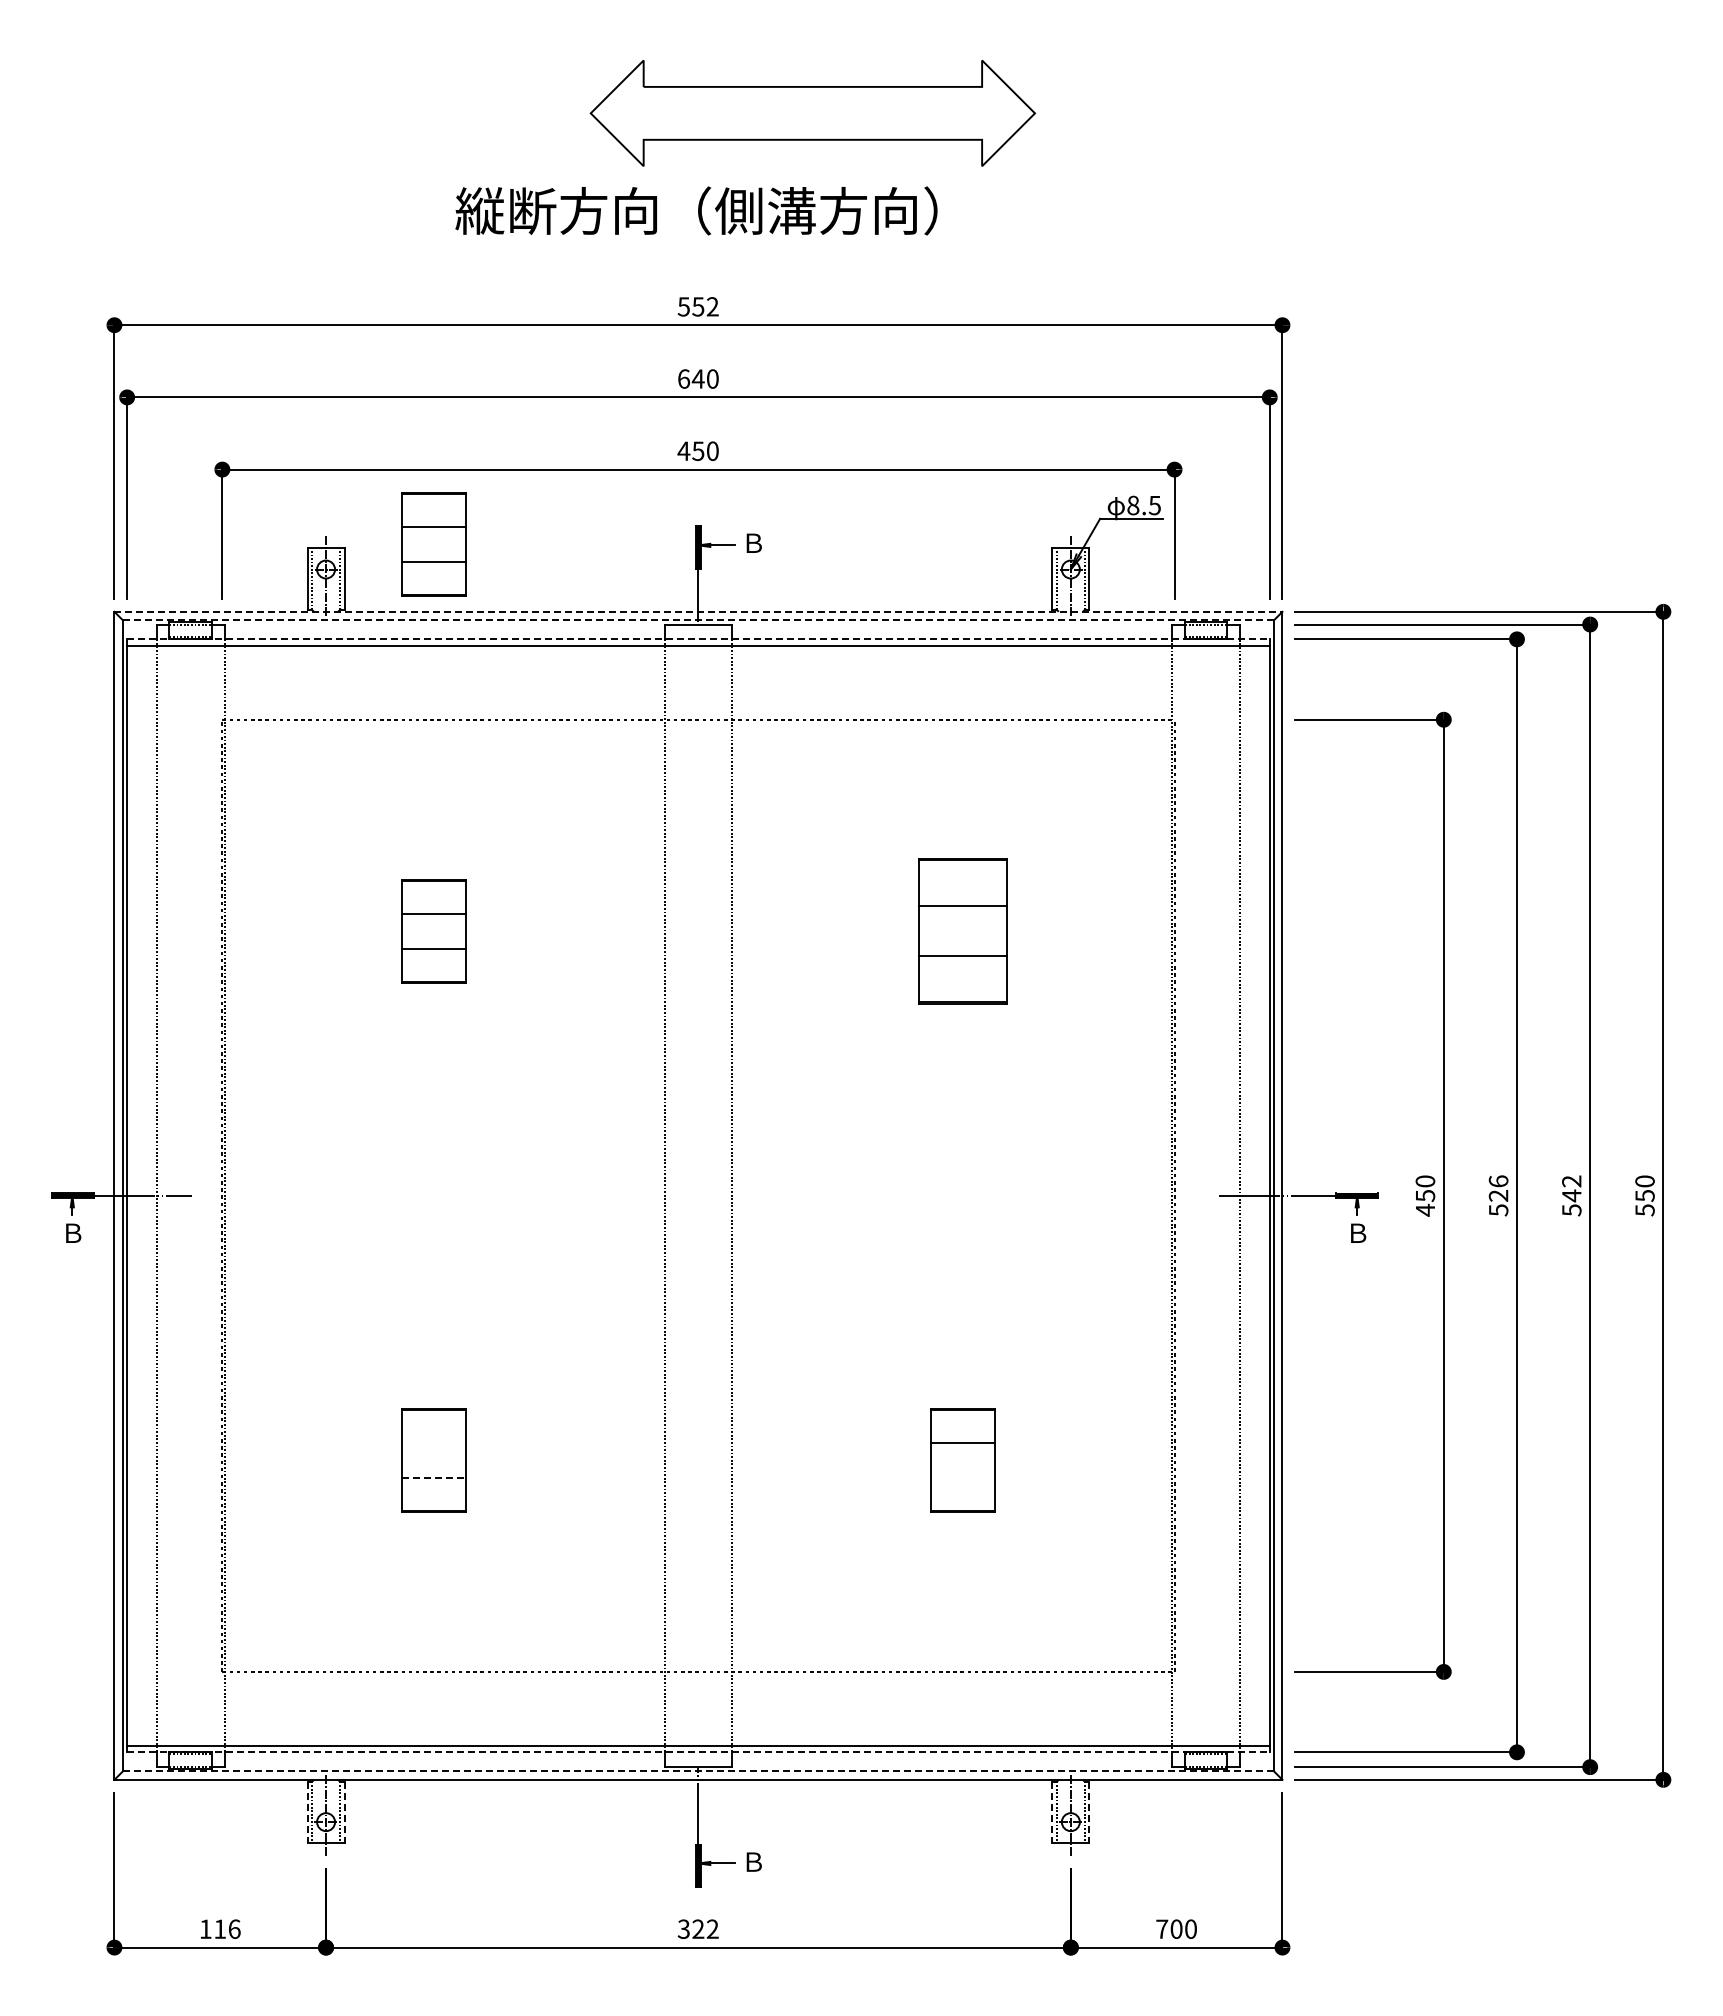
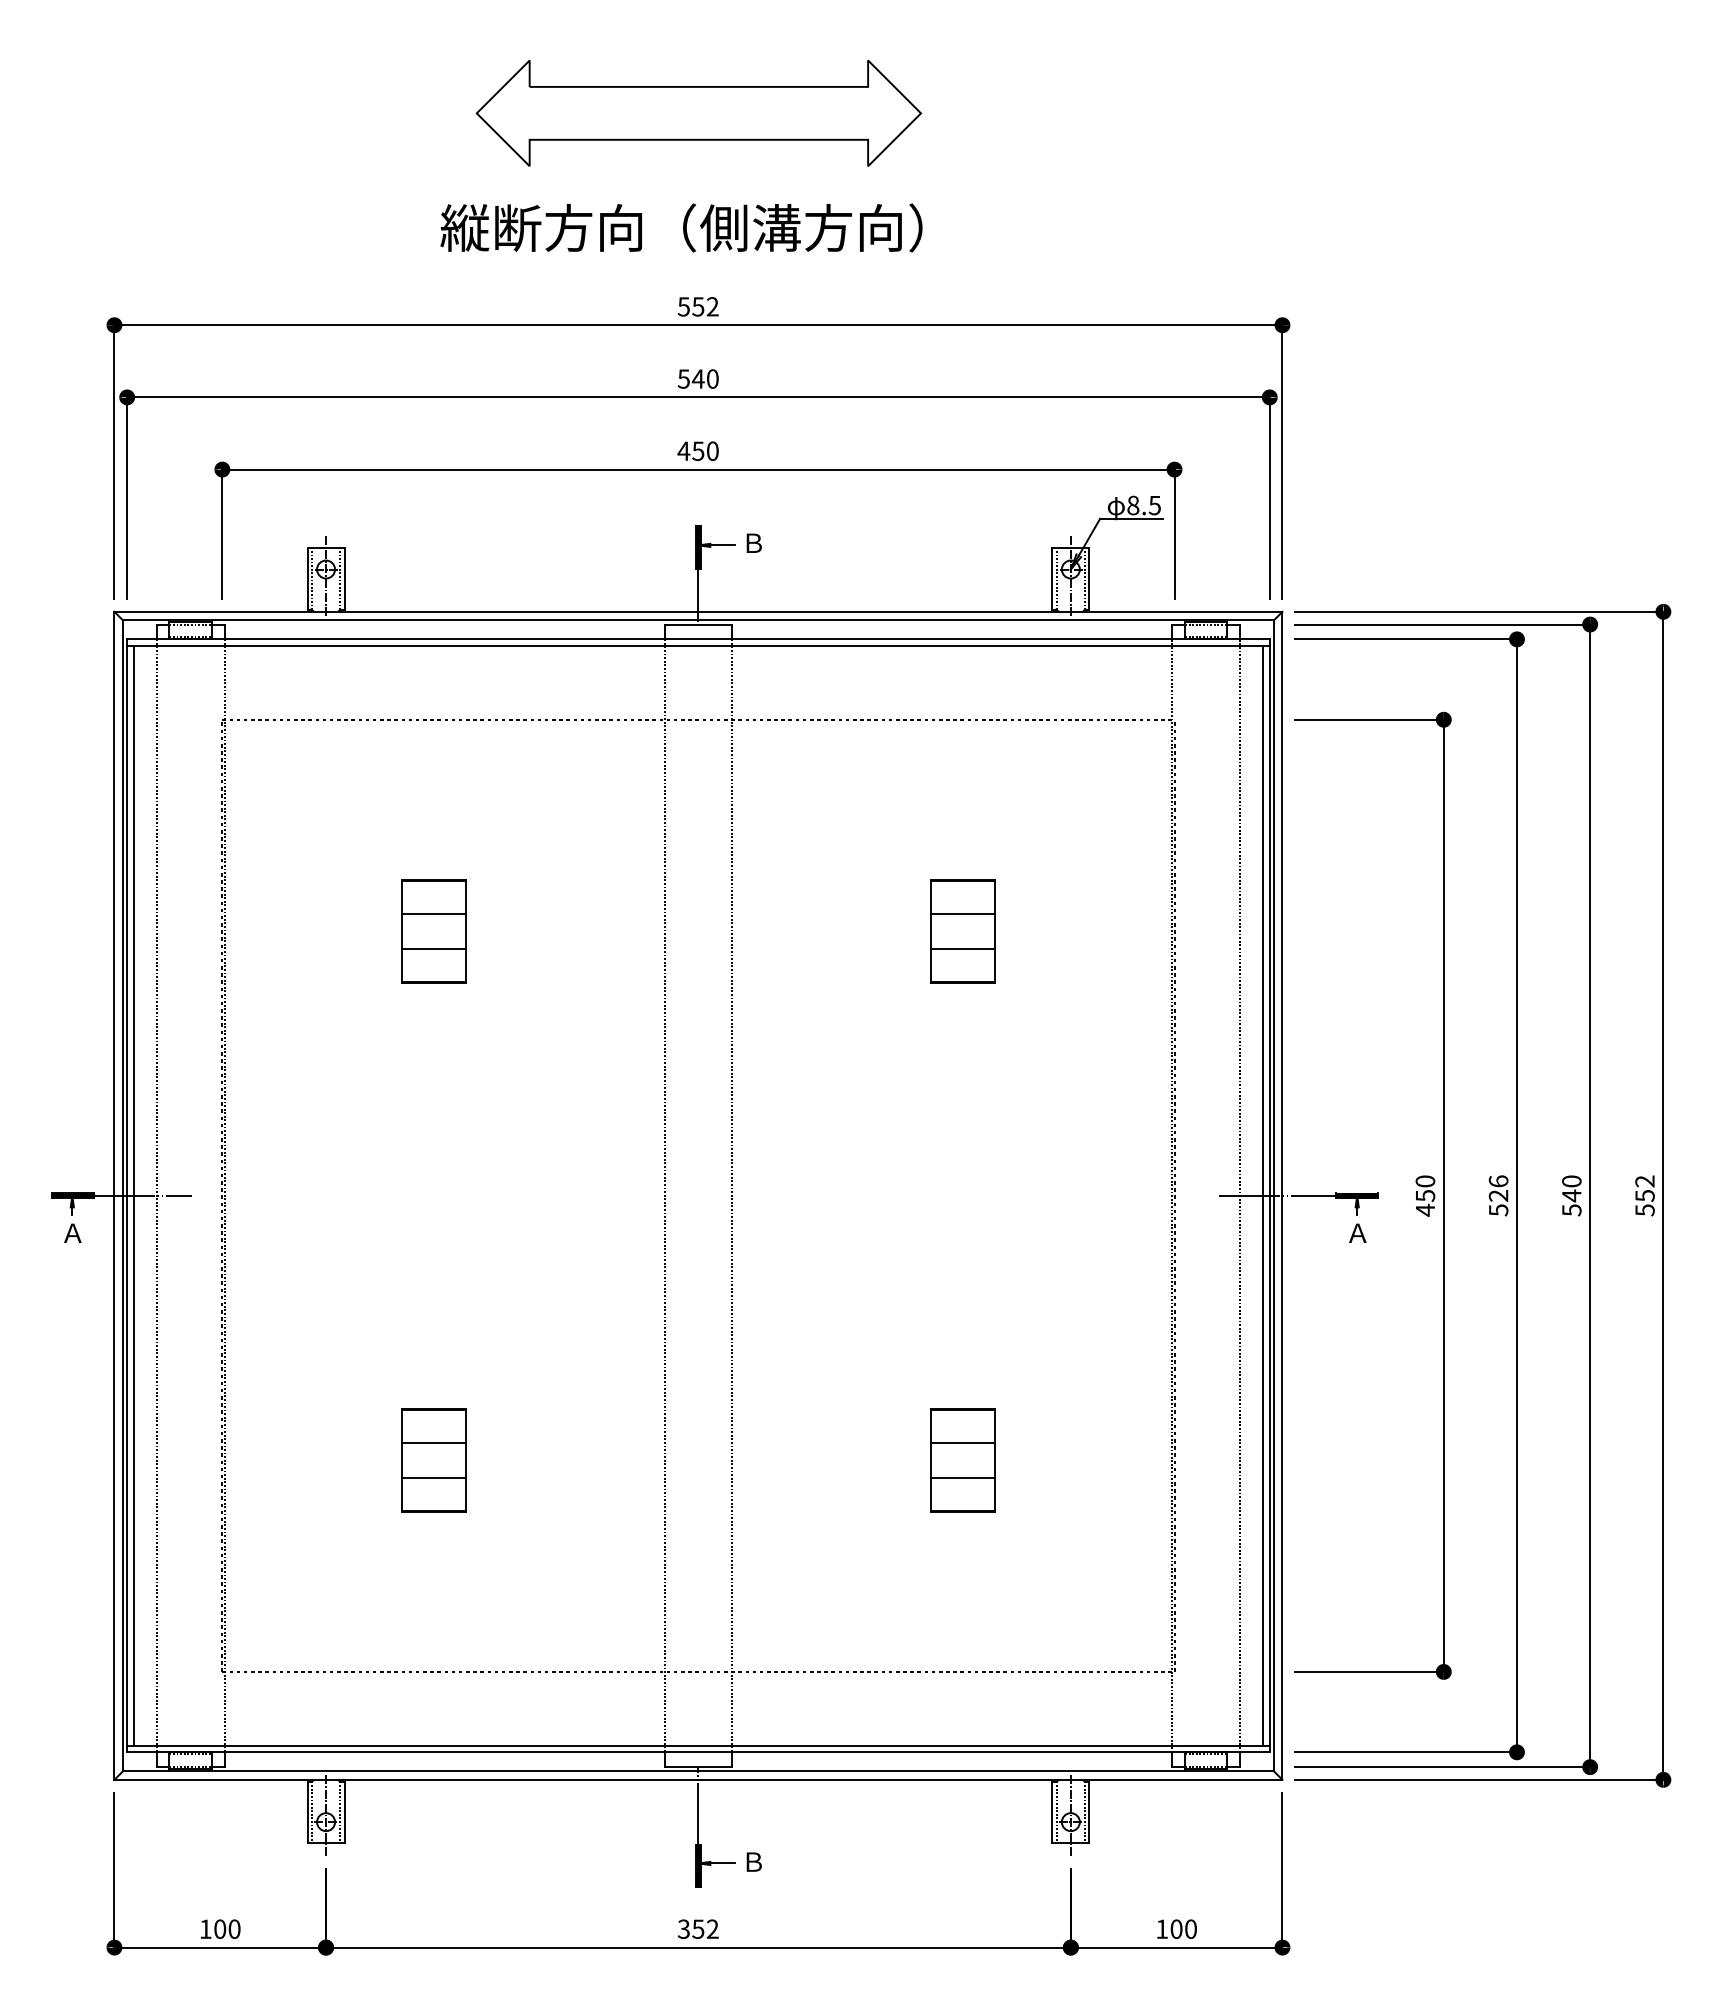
part at (812, 113) position: (812, 113) -> (698, 113)
text at (696, 210) position: (696, 210) -> (681, 227)
text at (683, 378): 640 -> 540
part at (433, 544): present -> none
line at (698, 611): dashed -> solid
line at (698, 620): dashed -> solid
line at (698, 639): dashed -> solid
part at (962, 931) size: 90x147 px -> 66x105 px
text at (1571, 1181): 542 -> 540
text at (1644, 1181): 550 -> 552
line at (133, 1195): none -> present
line at (1263, 1195): none -> present
text at (72, 1232): Ｂ -> Ａ
text at (1357, 1232): Ｂ -> Ａ
line at (433, 1442): none -> present
line at (433, 1478): dashed -> solid
line at (962, 1478): none -> present
line at (698, 1752): dashed -> solid
line at (698, 1771): dashed -> solid
line at (307, 1812): dashed -> solid
line at (344, 1812): dashed -> solid
line at (1052, 1812): dashed -> solid
line at (1089, 1812): dashed -> solid
text at (227, 1928): 116 -> 100
text at (698, 1928): 322 -> 352
text at (1162, 1928): 700 -> 100
